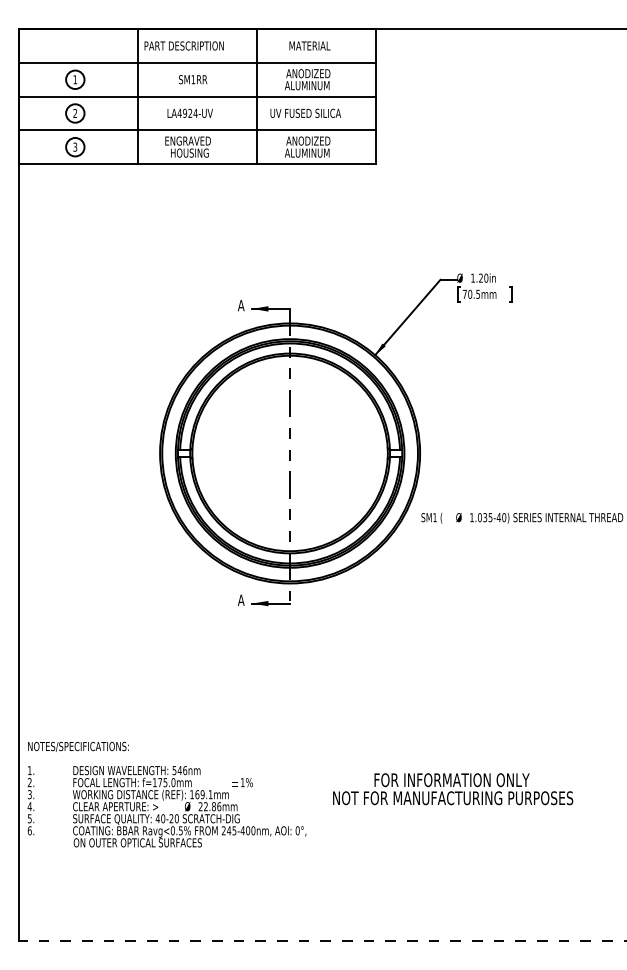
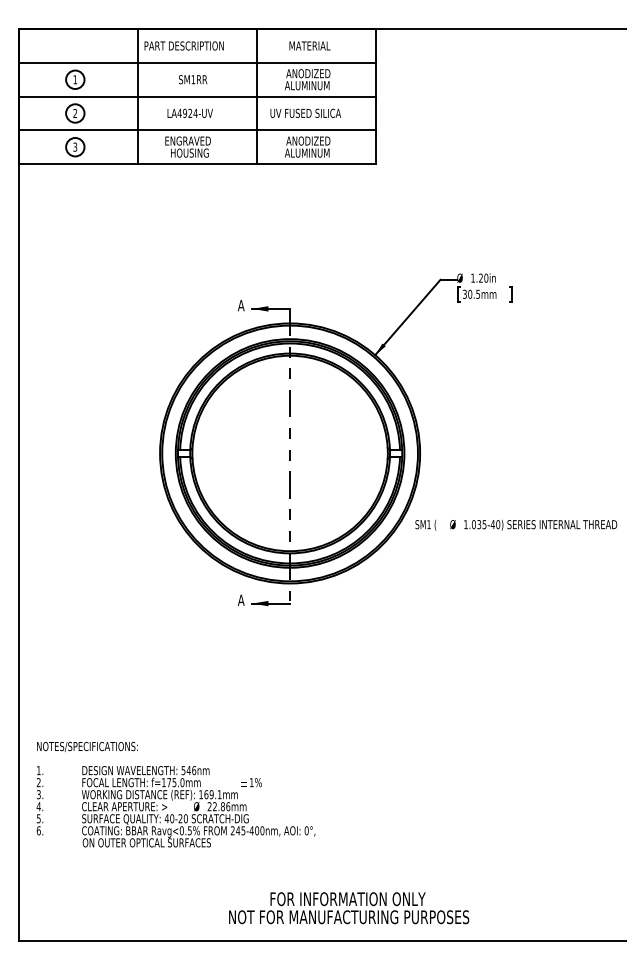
text at (464, 293): 70.5mm -> 30.5mm
text at (522, 518) position: (522, 518) -> (516, 525)
text at (453, 789) position: (453, 789) -> (349, 908)
text at (166, 794) position: (166, 794) -> (175, 794)
line at (322, 940): dashed -> solid
